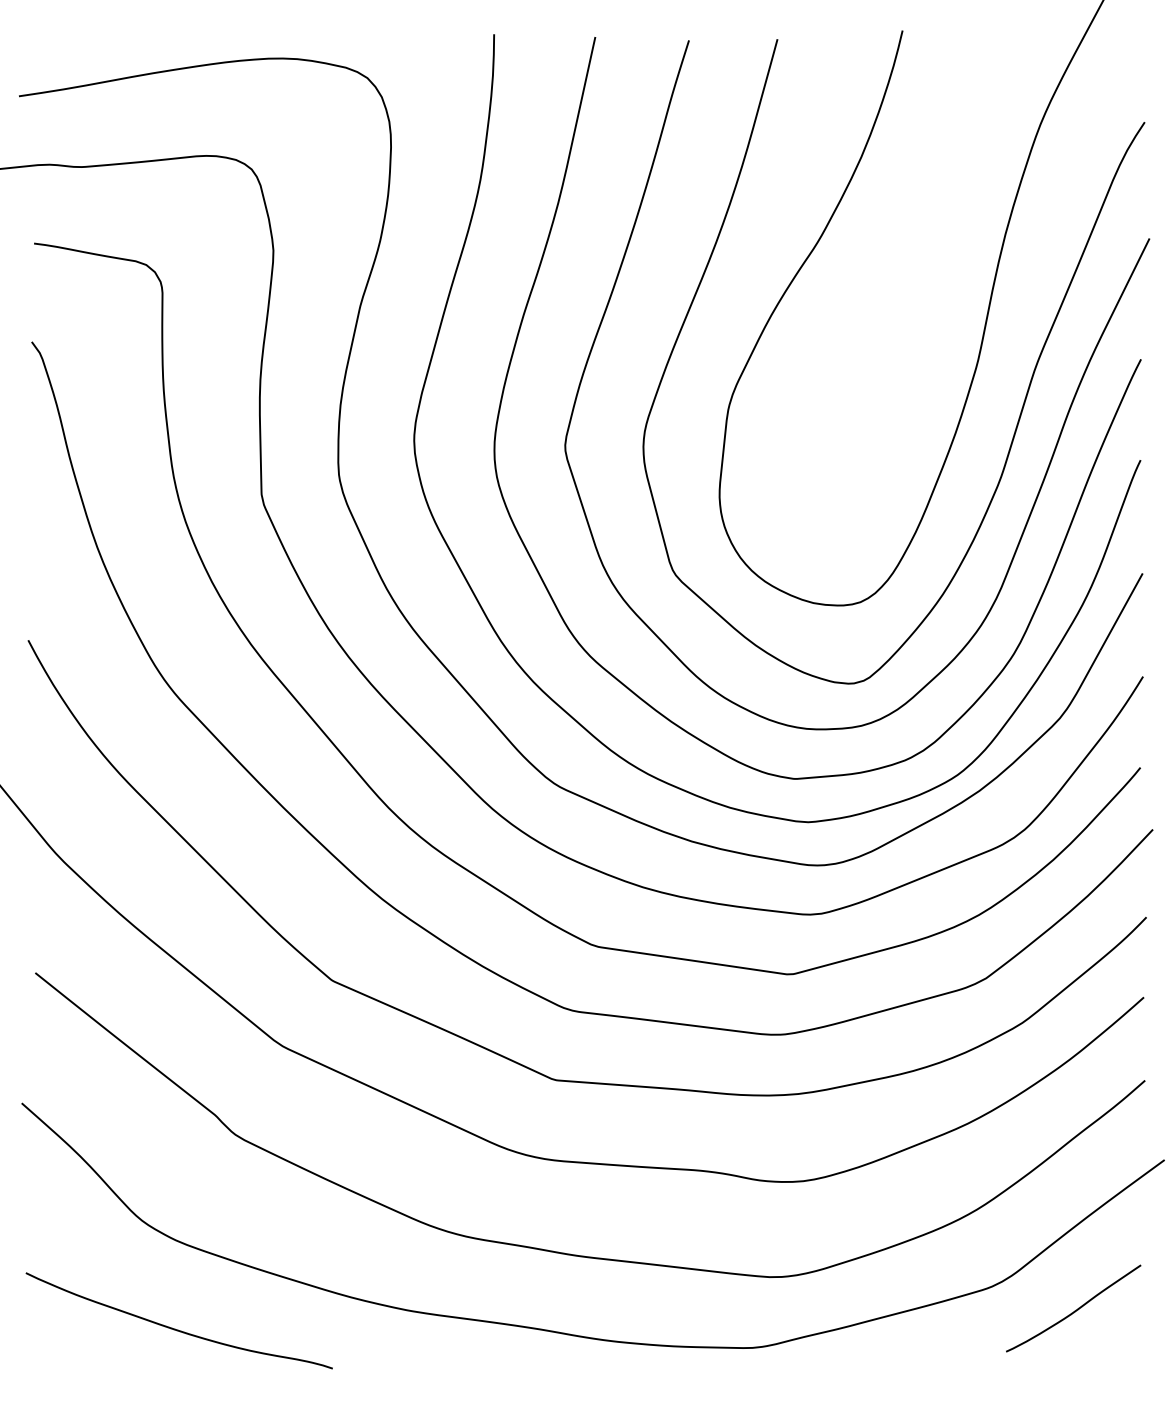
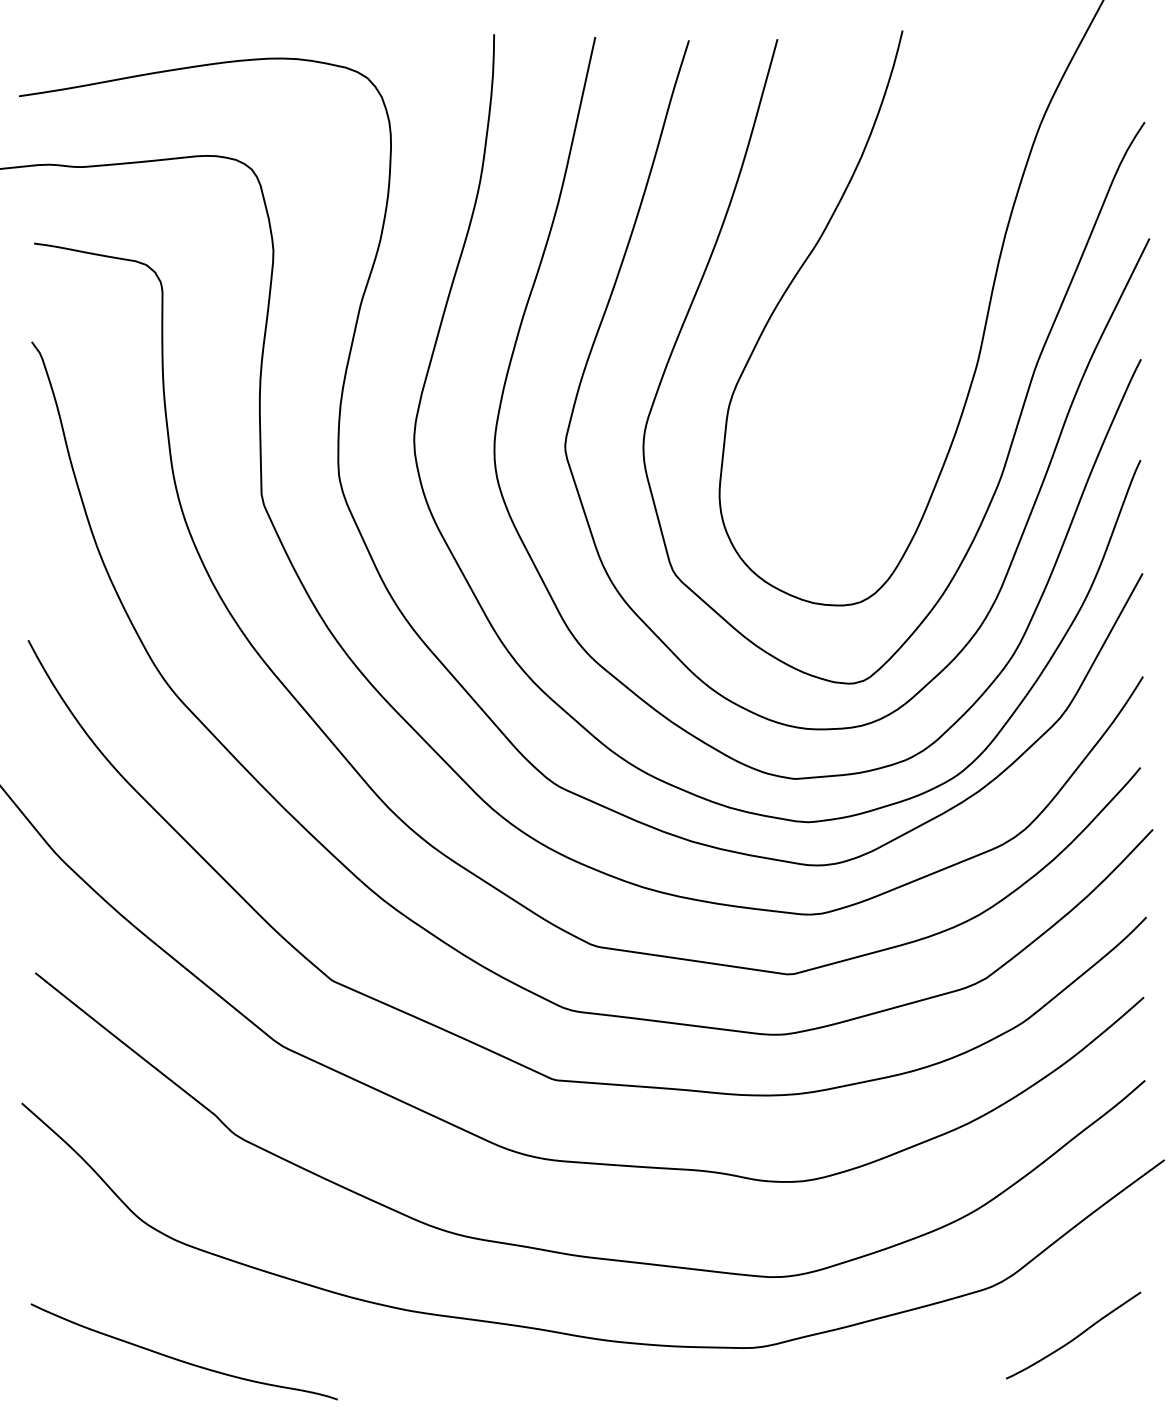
curve at (1074, 1310) position: (1074, 1310) -> (1074, 1337)
curve at (175, 1328) position: (175, 1328) -> (180, 1359)
